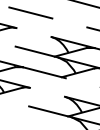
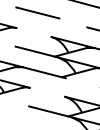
line at (30, 12) position: (30, 12) -> (37, 12)
